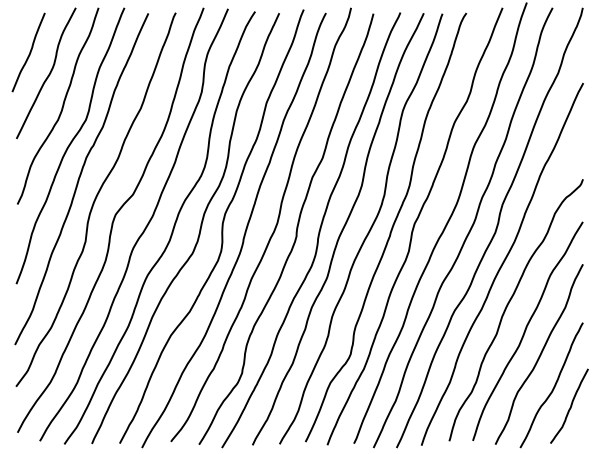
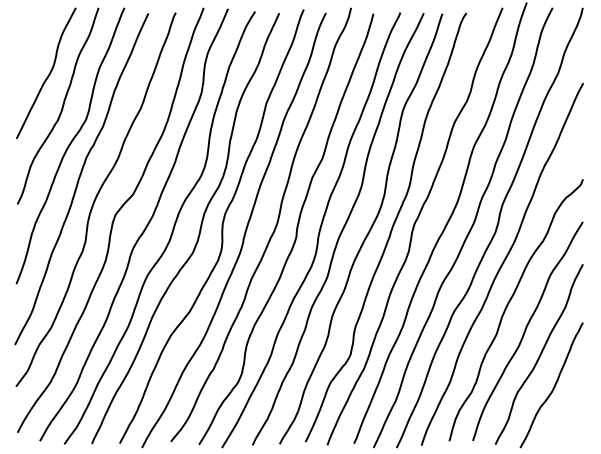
curve at (29, 52): present -> none
curve at (570, 405): present -> none
